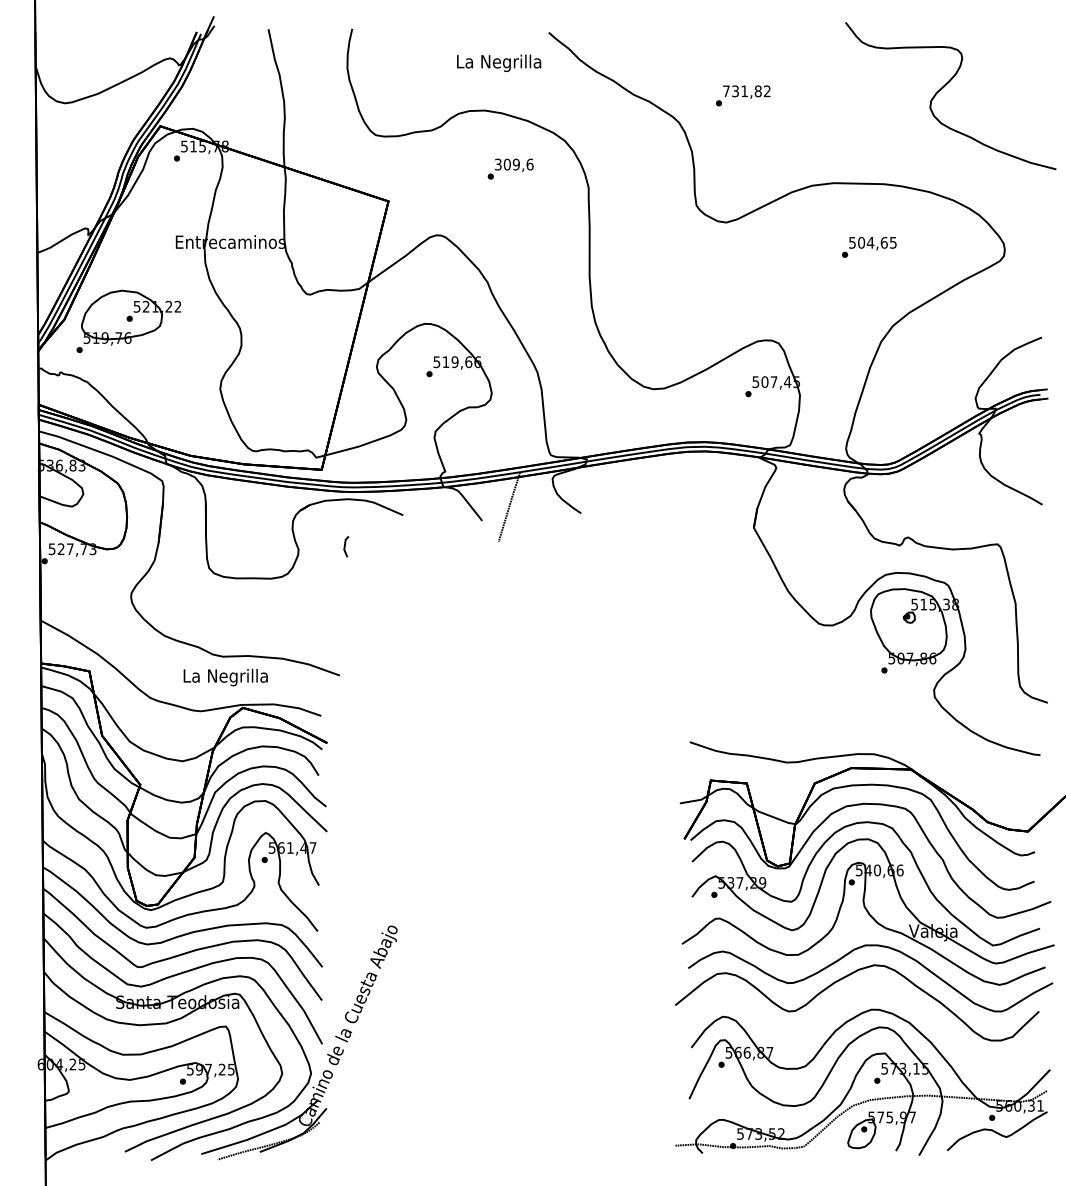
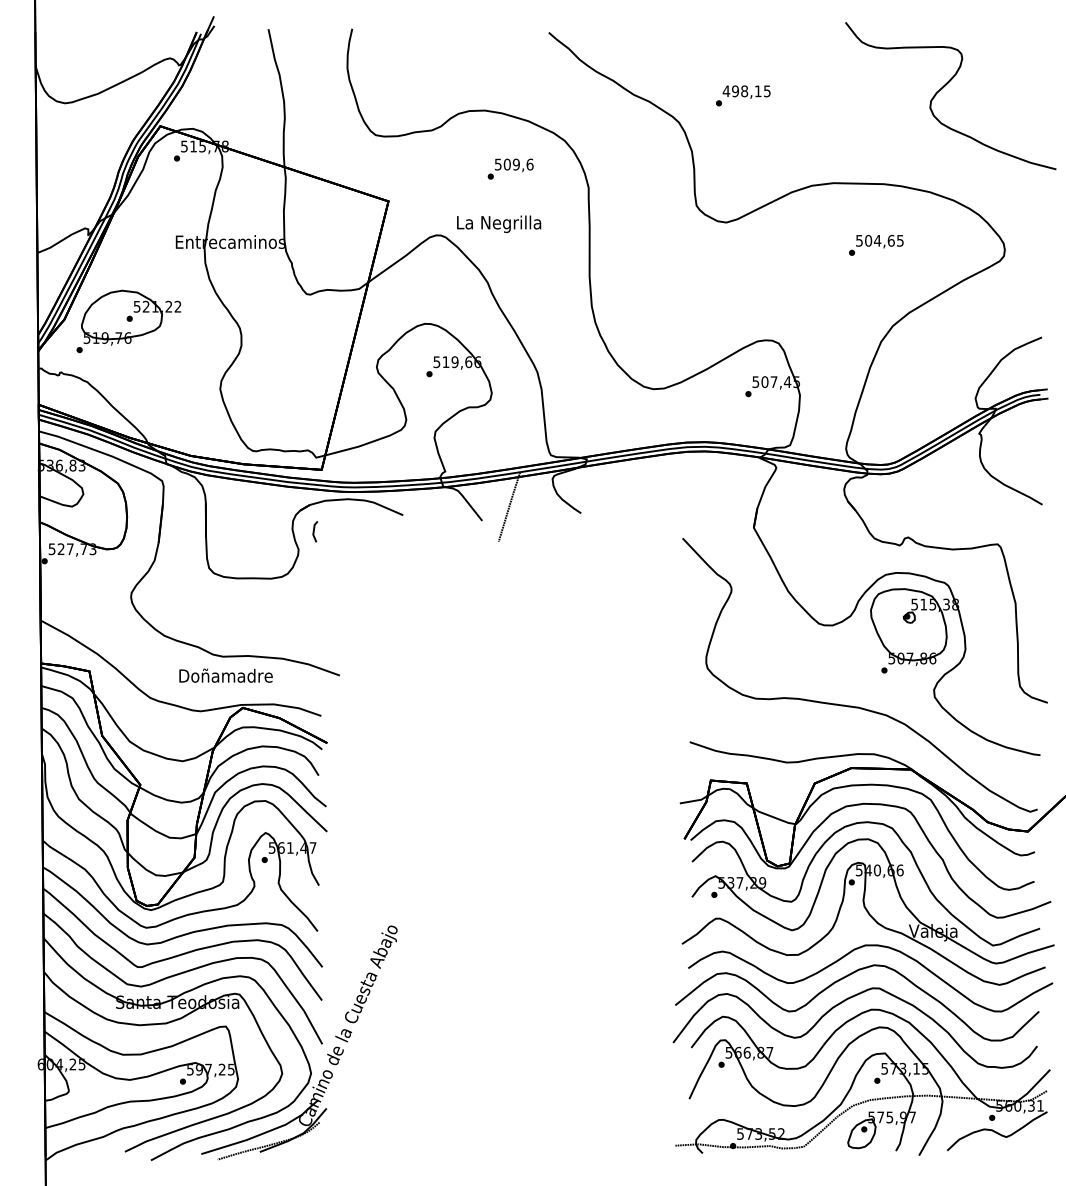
text at (499, 62) position: (499, 62) -> (499, 223)
text at (746, 91): 731,82 -> 498,15
text at (498, 163): 309,6 -> 509,6
text at (869, 247) position: (869, 247) -> (876, 245)
line at (345, 546) position: (345, 546) -> (314, 531)
text at (225, 677): La Negrilla -> Doñamadre
part at (858, 706): none -> present
part at (840, 1004): none -> present
